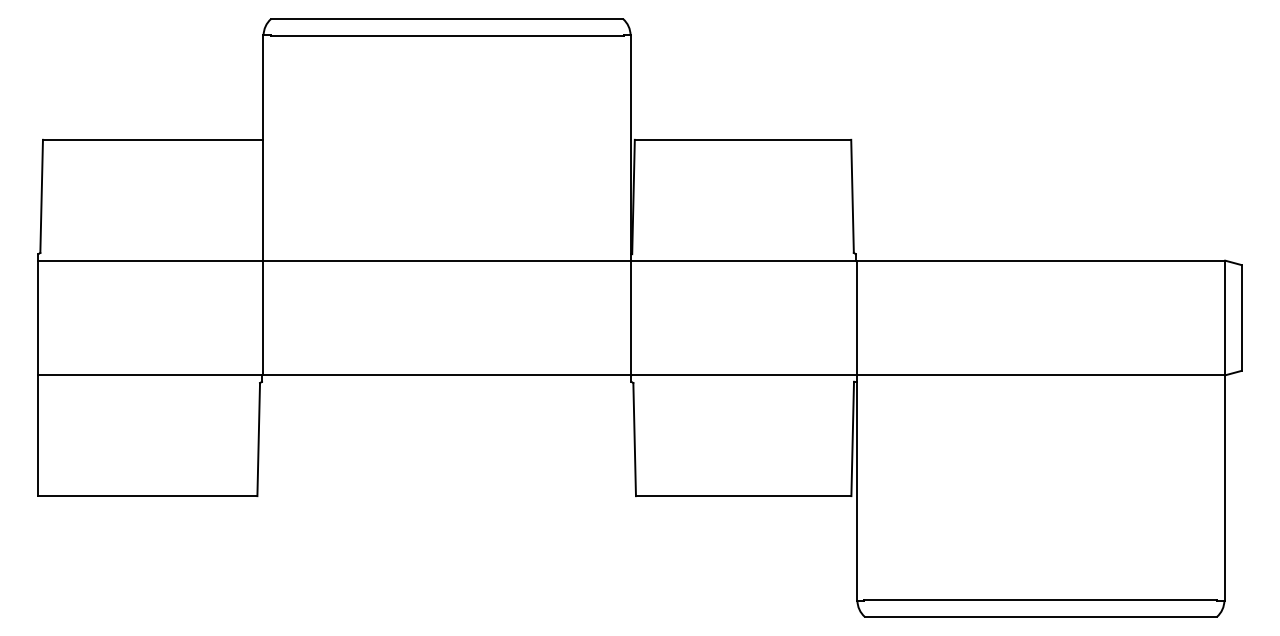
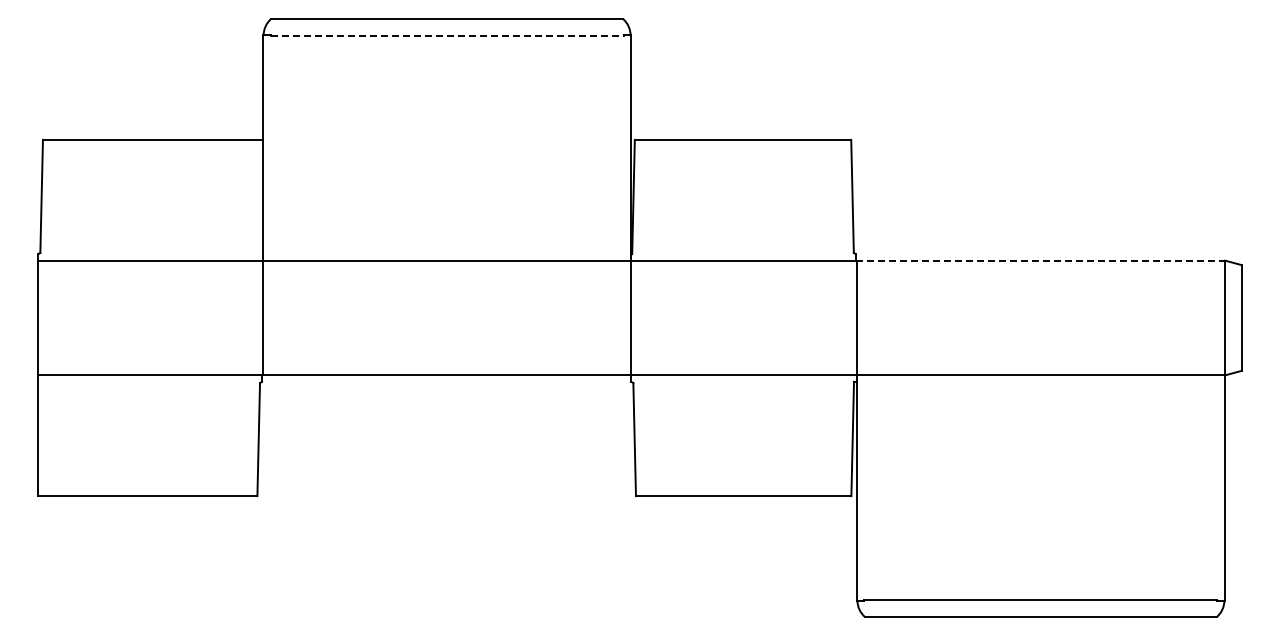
line at (447, 36): solid -> dashed
line at (1040, 260): solid -> dashed
